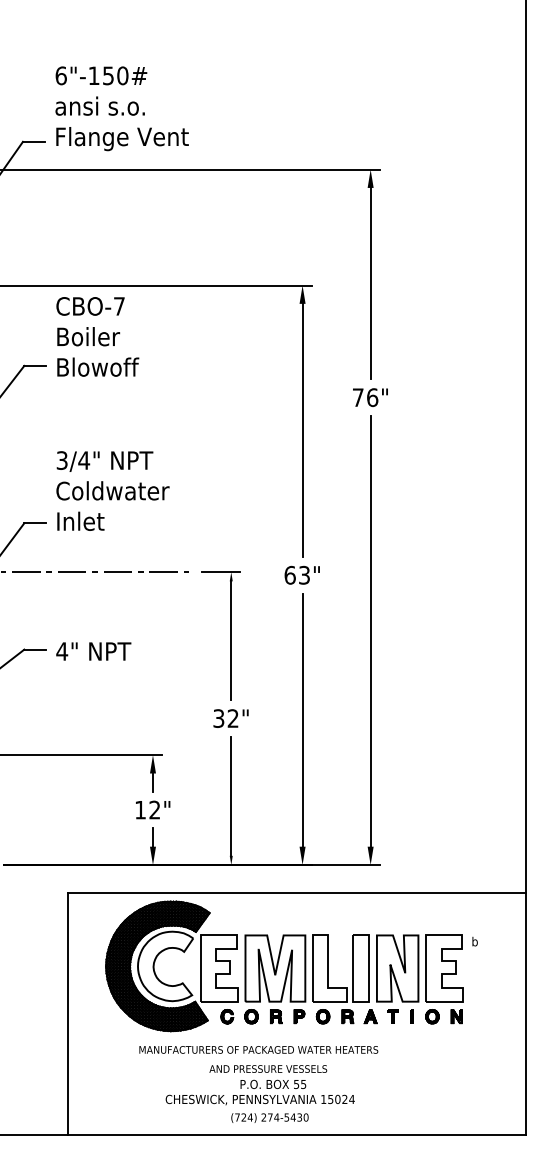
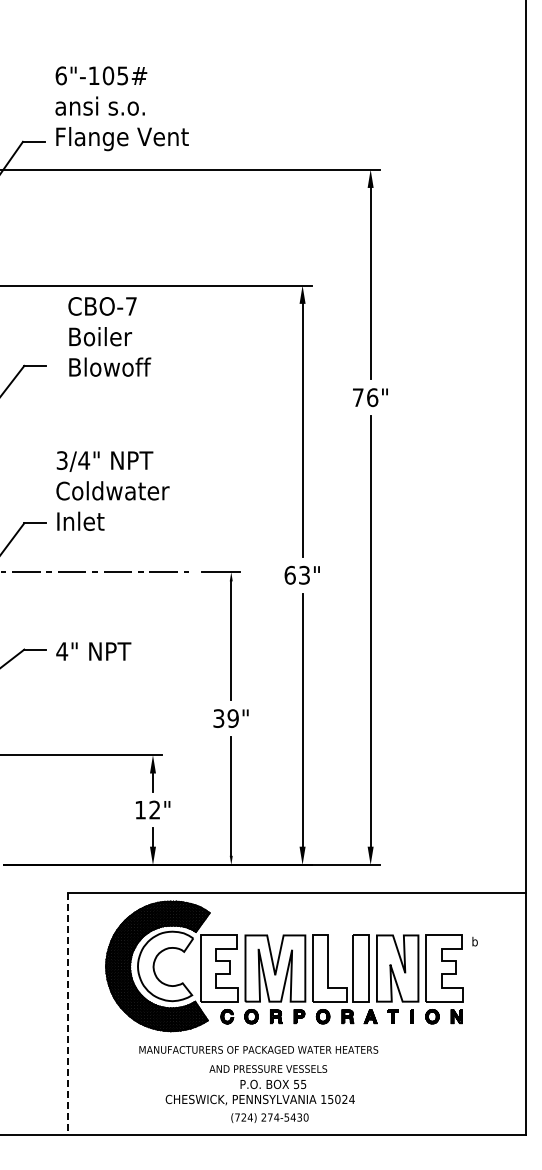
text at (115, 75): 6"-150# -> 6"-105#
text at (97, 336) position: (97, 336) -> (109, 336)
text at (232, 718): 32" -> 39"
line at (68, 1014): solid -> dashed
